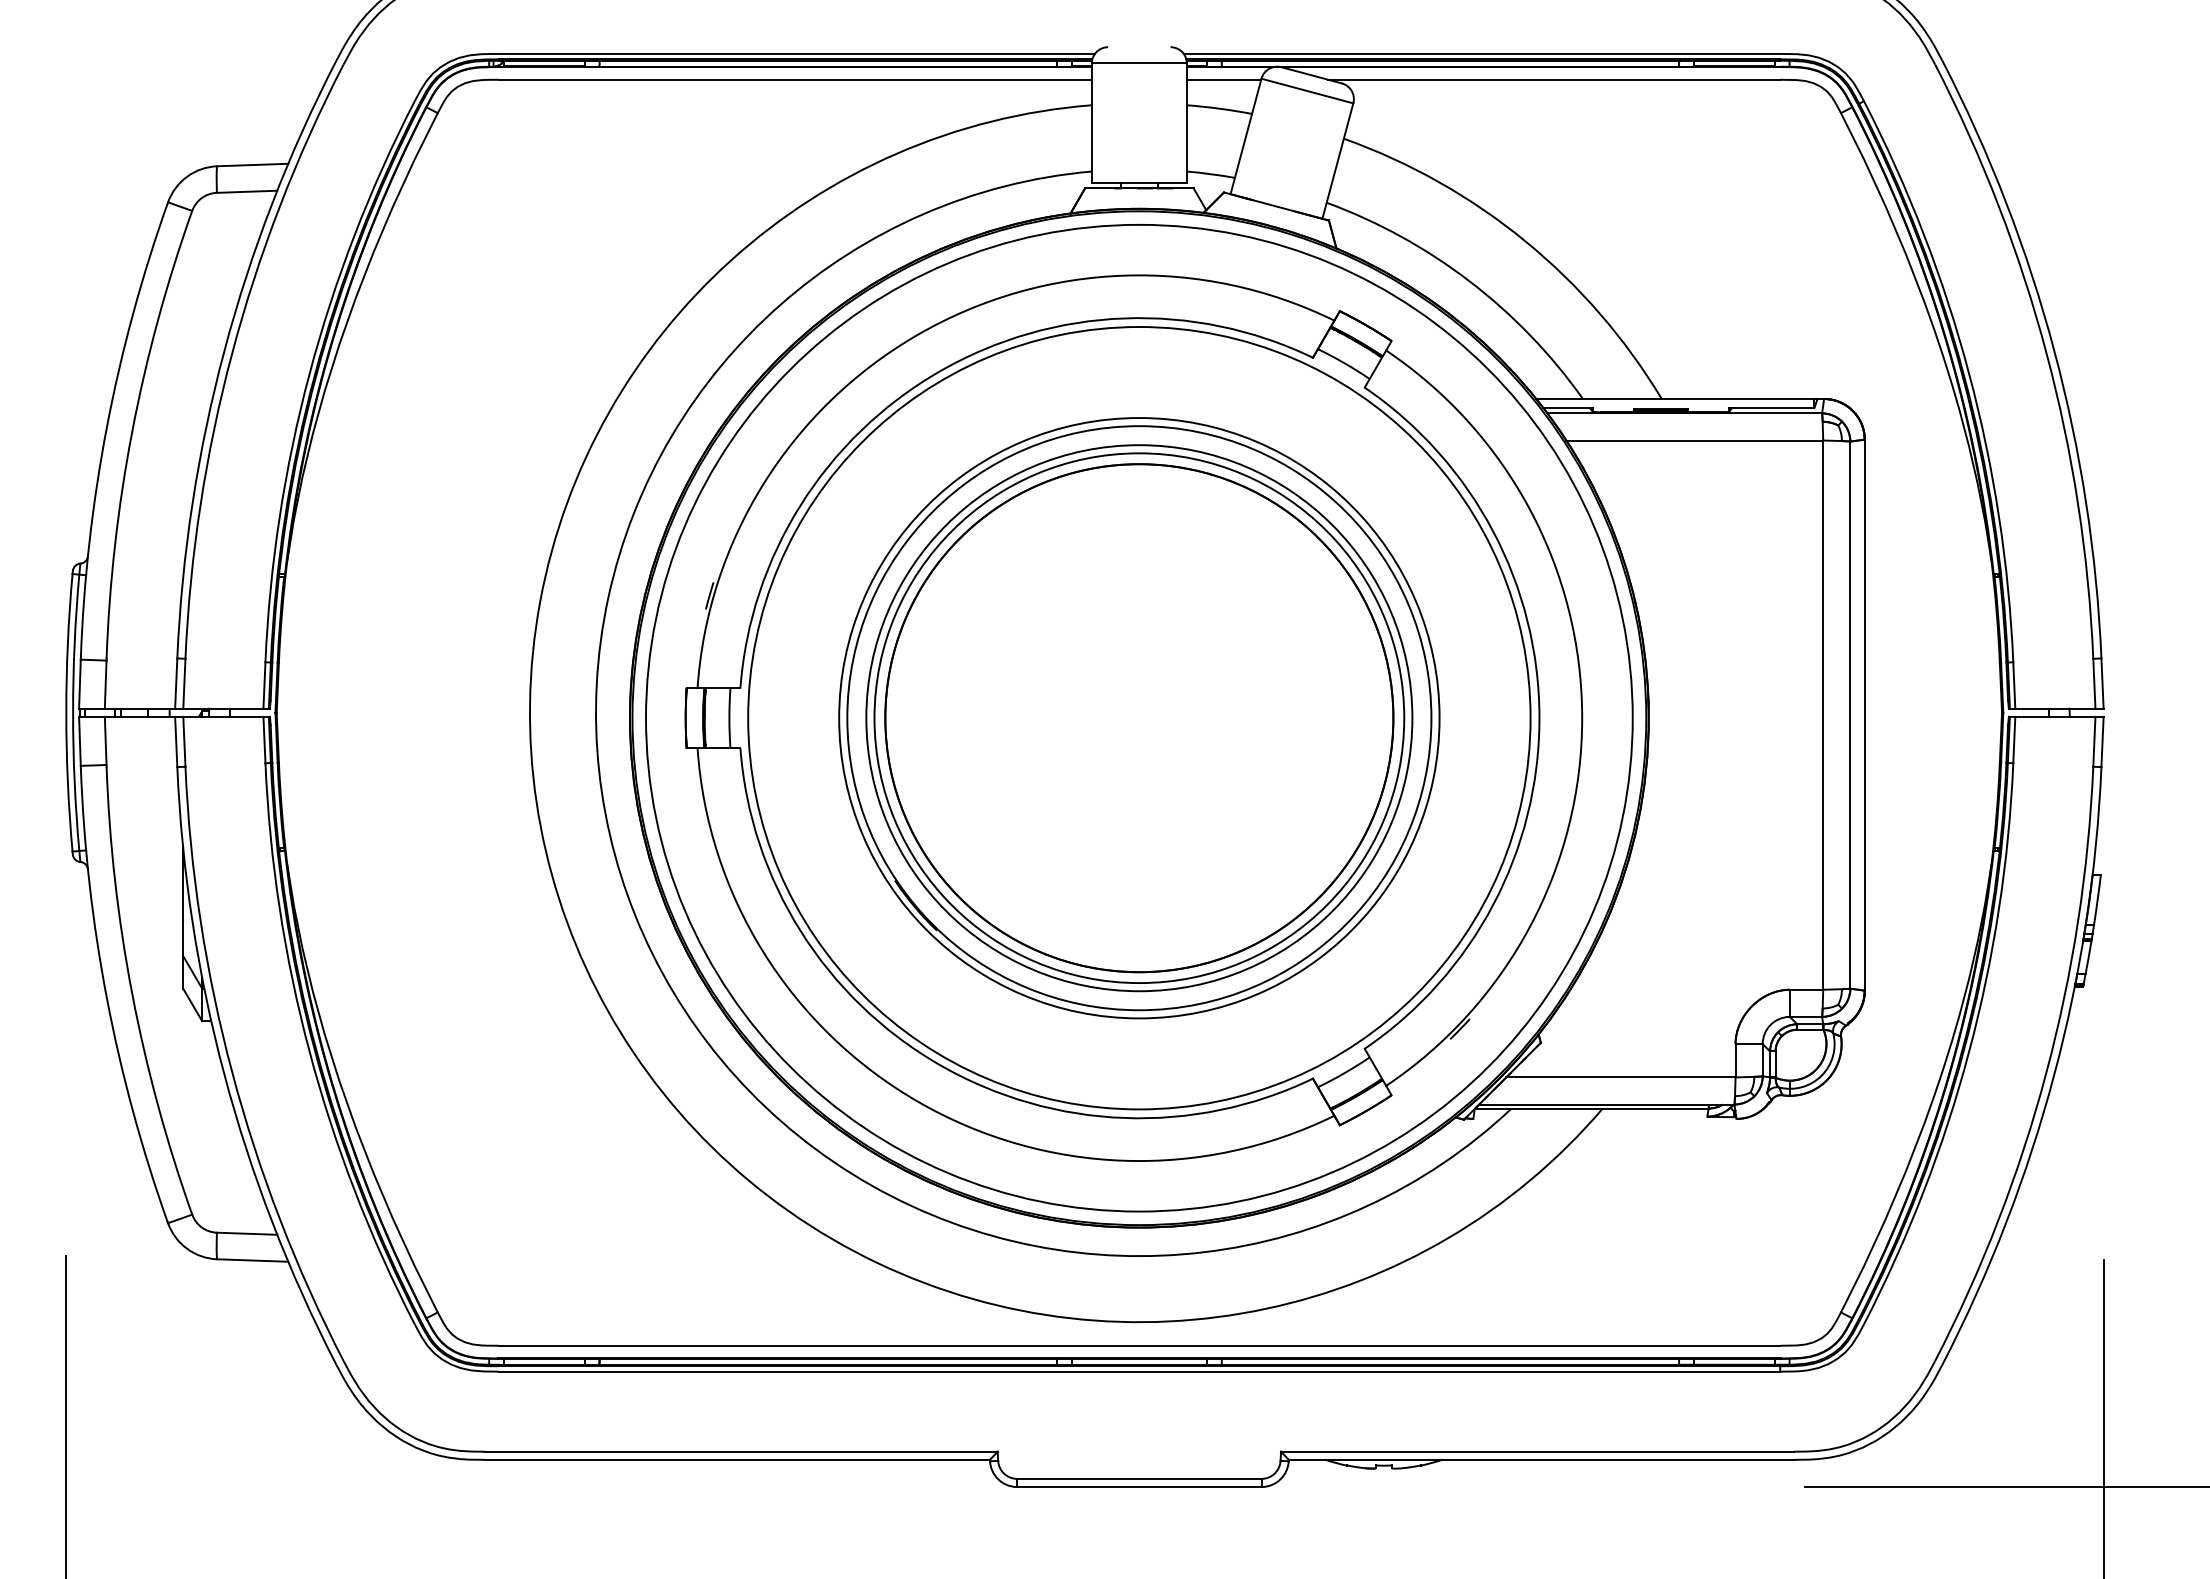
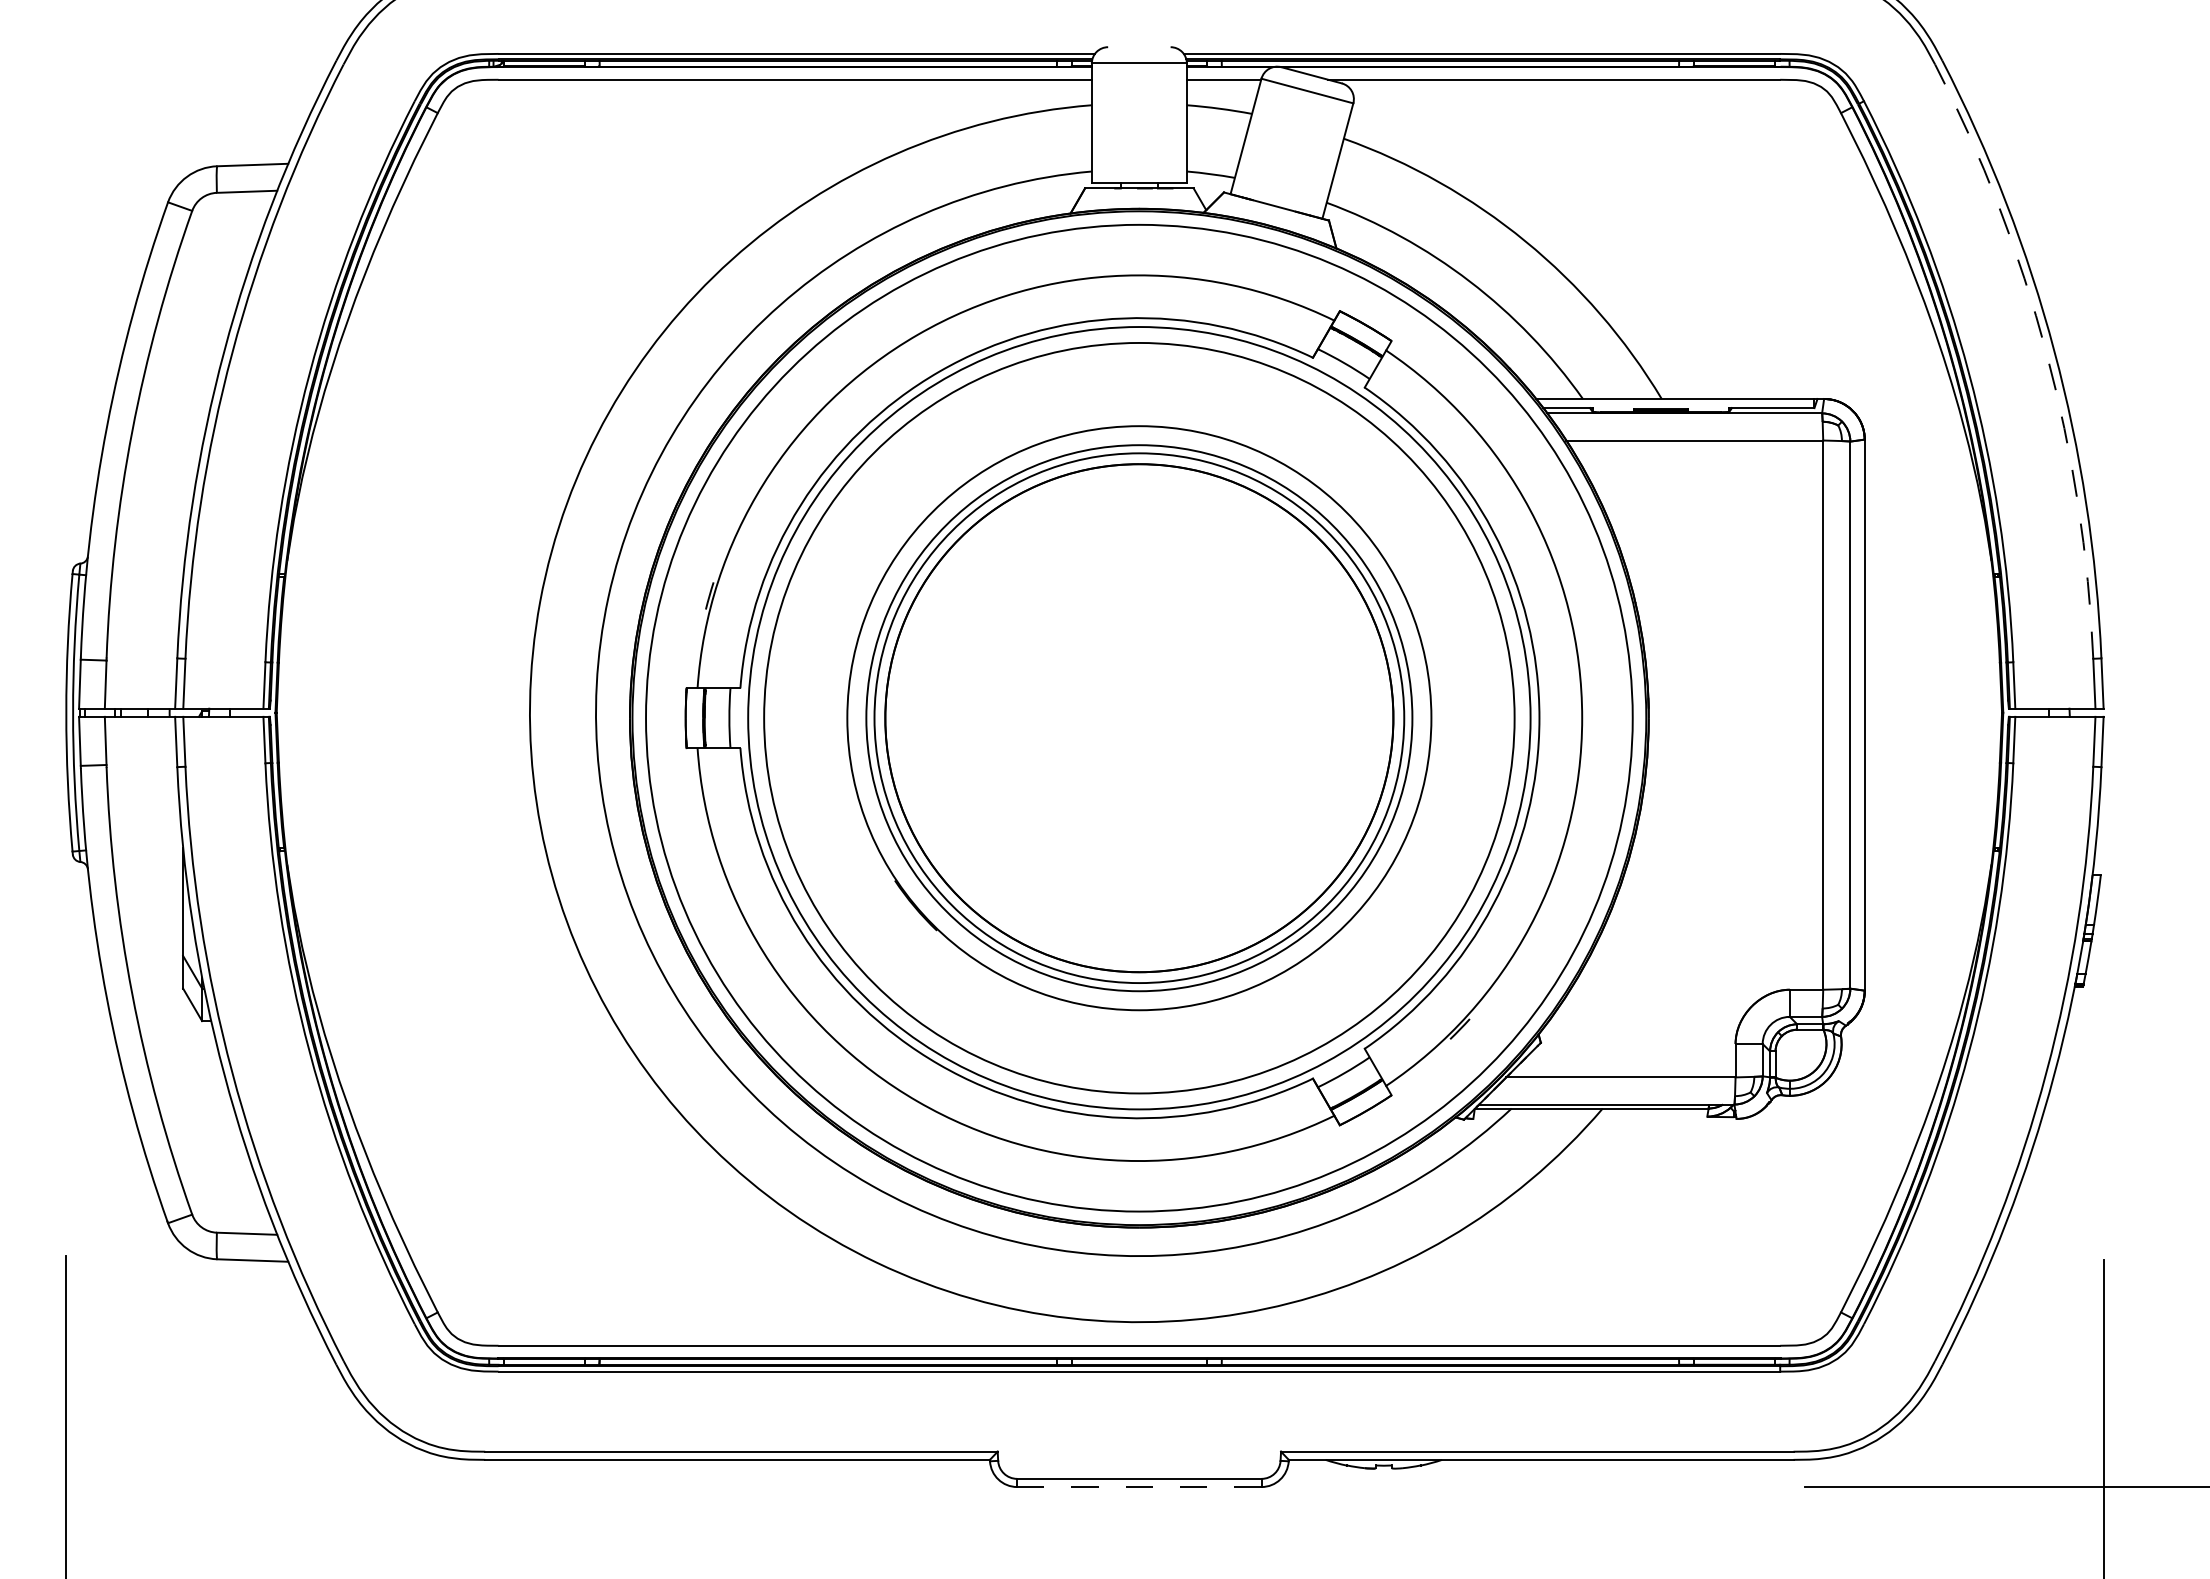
arc at (2046, 353): solid -> dashed
circle at (1139, 718) diameter: 600 px -> 750 px
line at (1138, 1487): solid -> dashed
